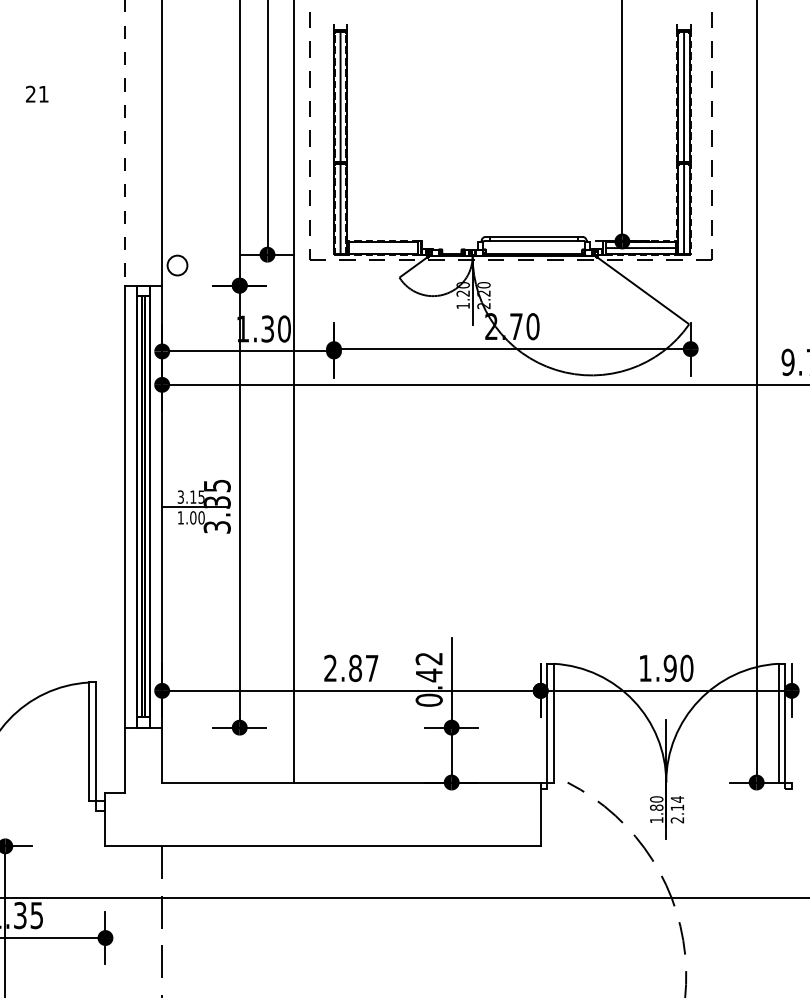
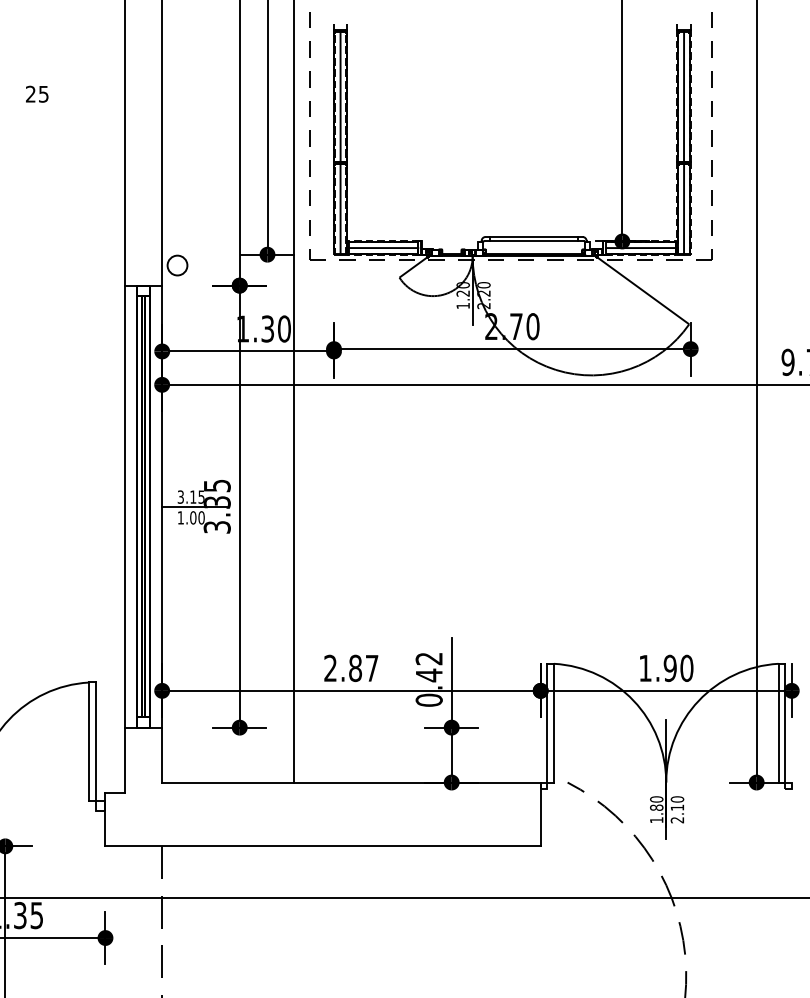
text at (43, 94): 21 -> 25
line at (125, 143): dashed -> solid
line at (383, 248): none -> present
text at (677, 799): 2.14 -> 2.10
